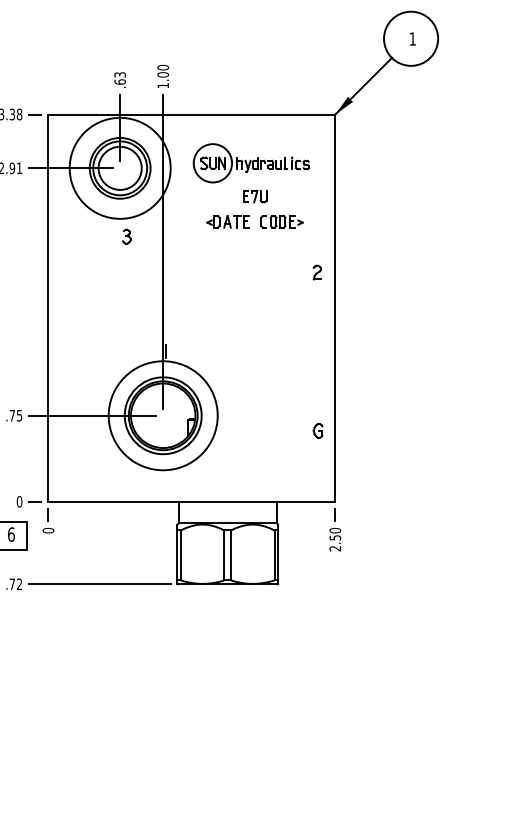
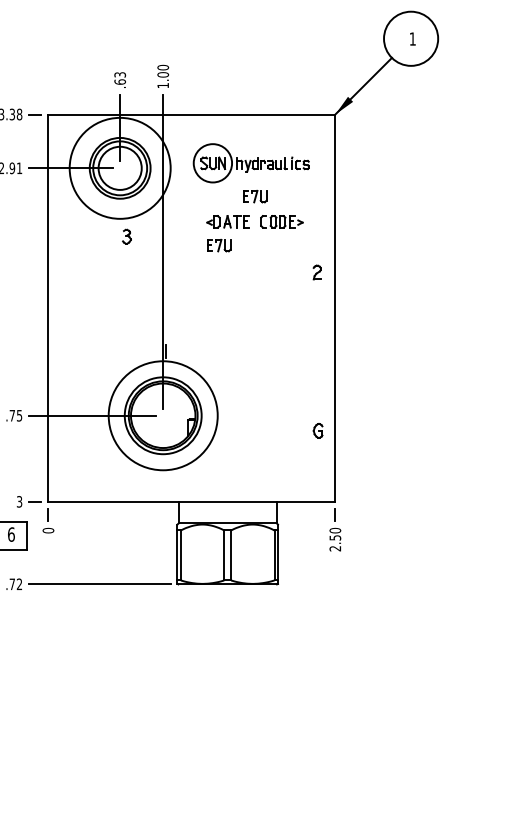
part at (219, 245): none -> present
text at (19, 501): 0 -> 3
